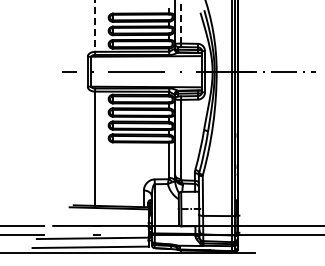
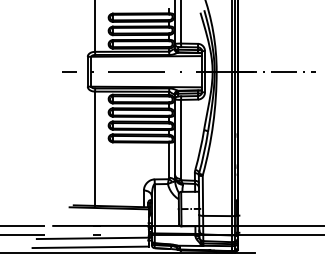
line at (181, 21): dashed -> solid
line at (95, 26): dashed -> solid
